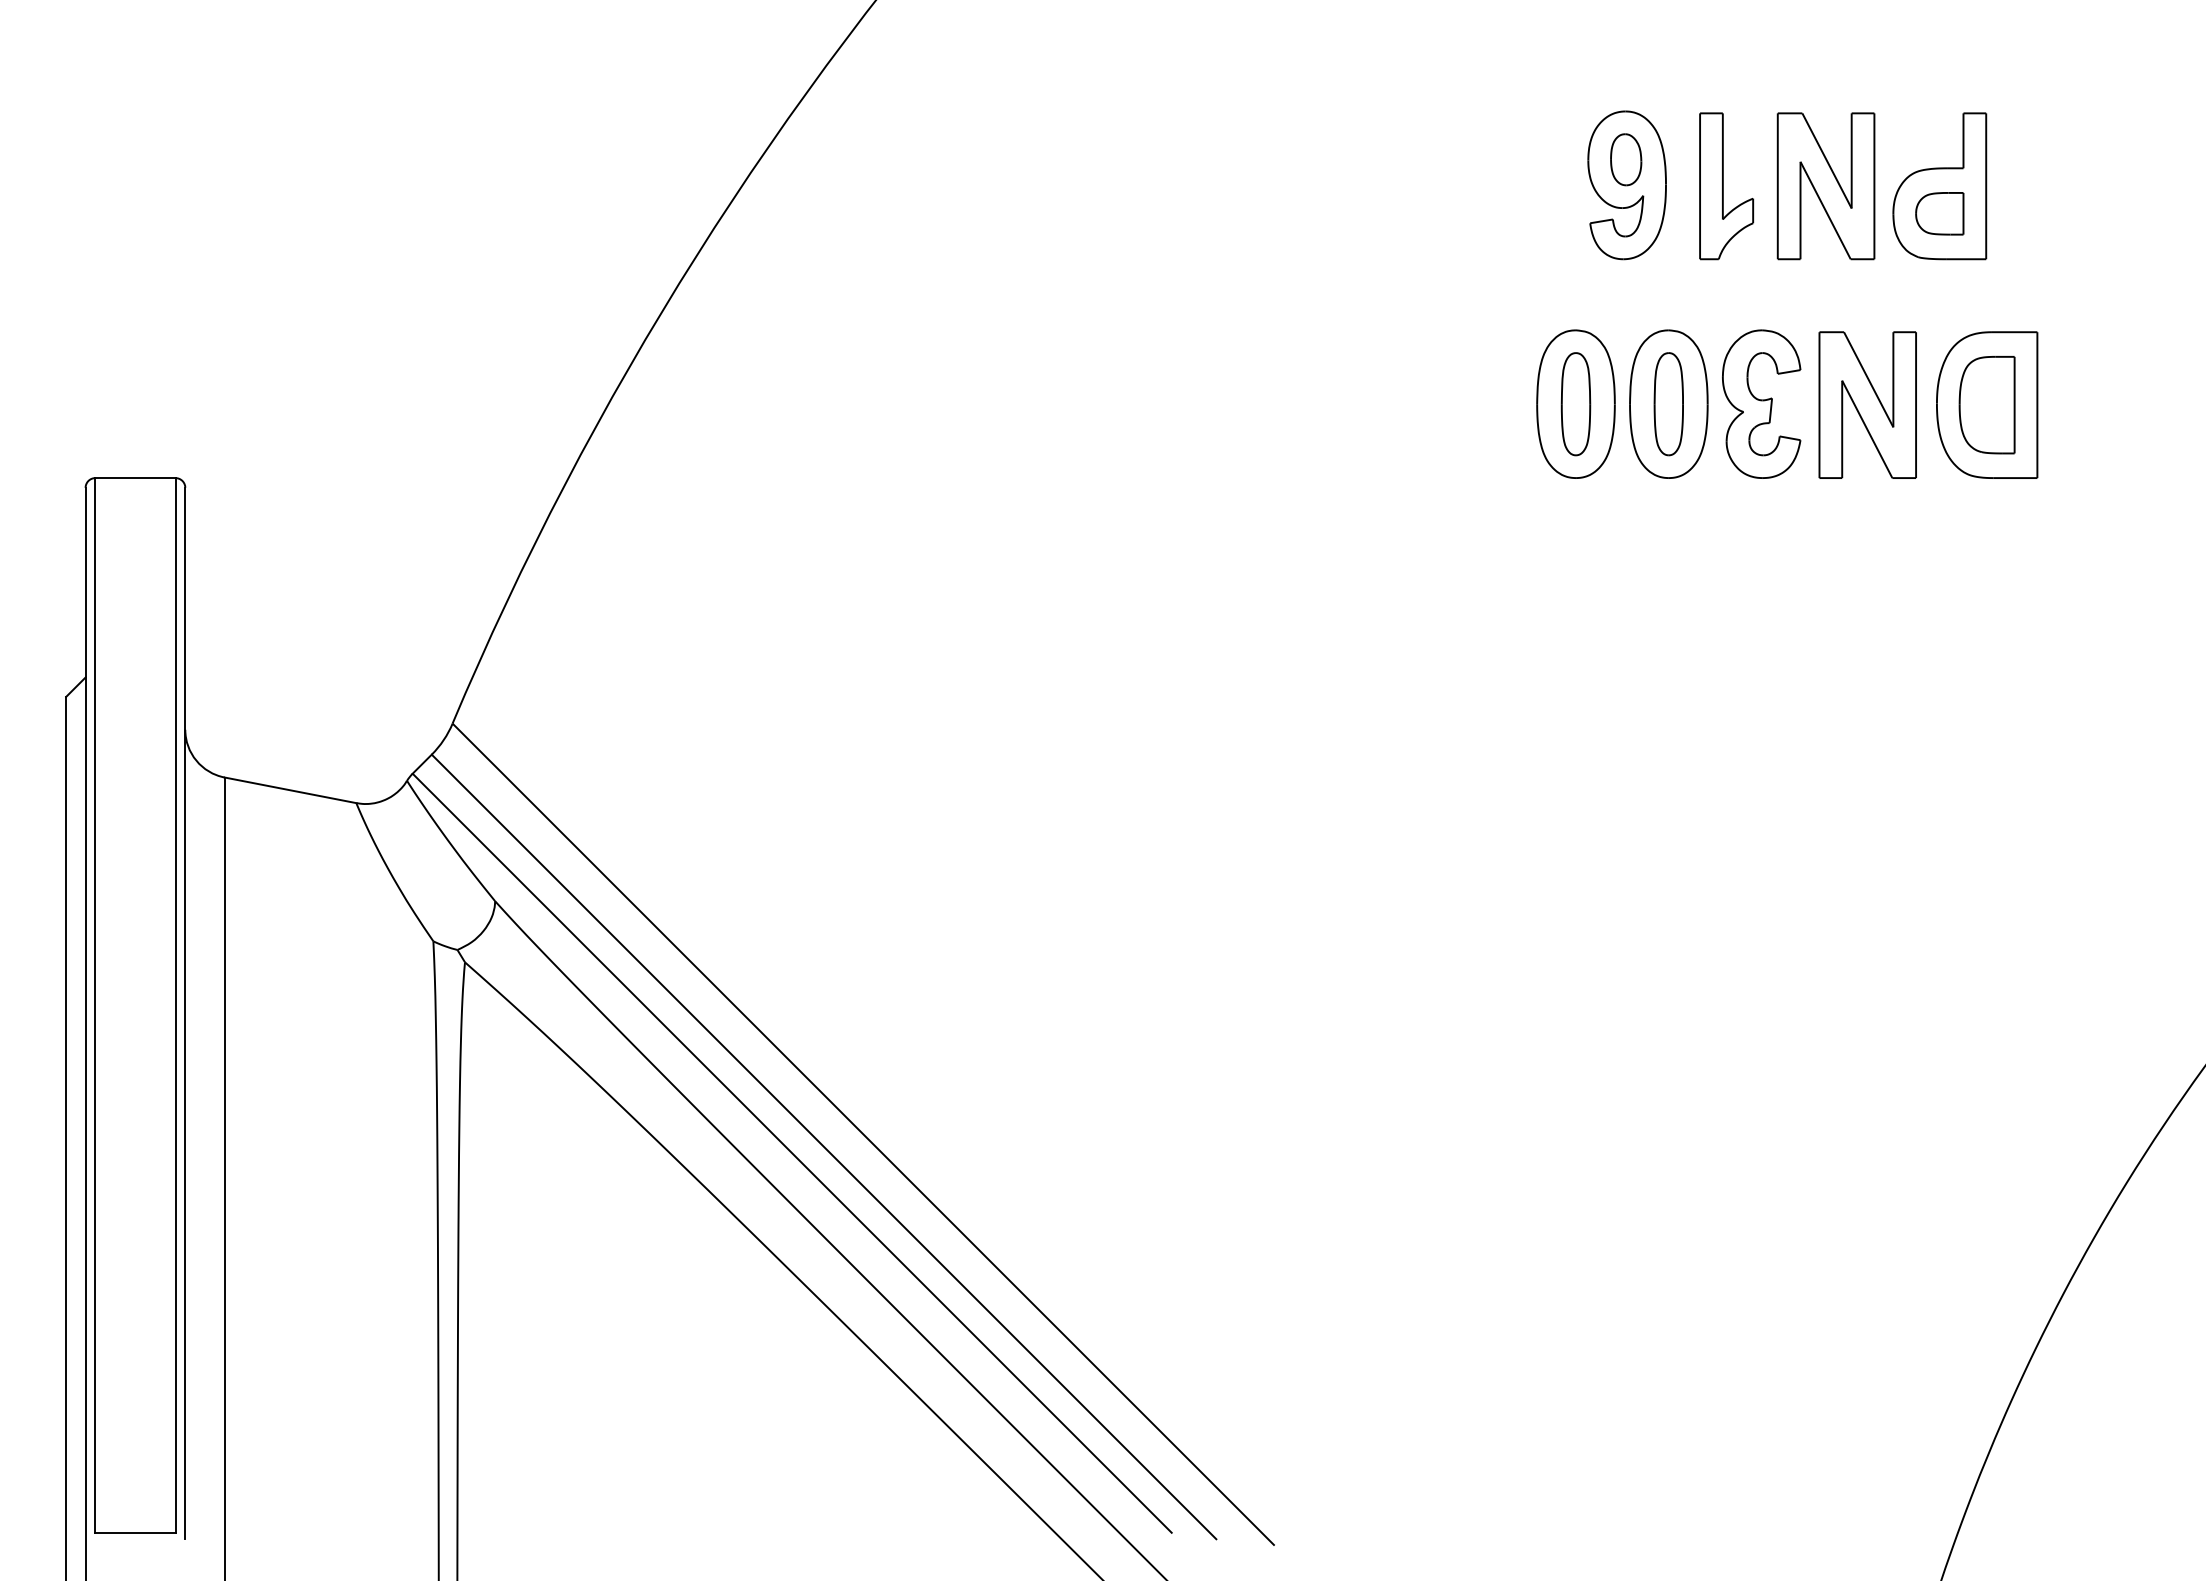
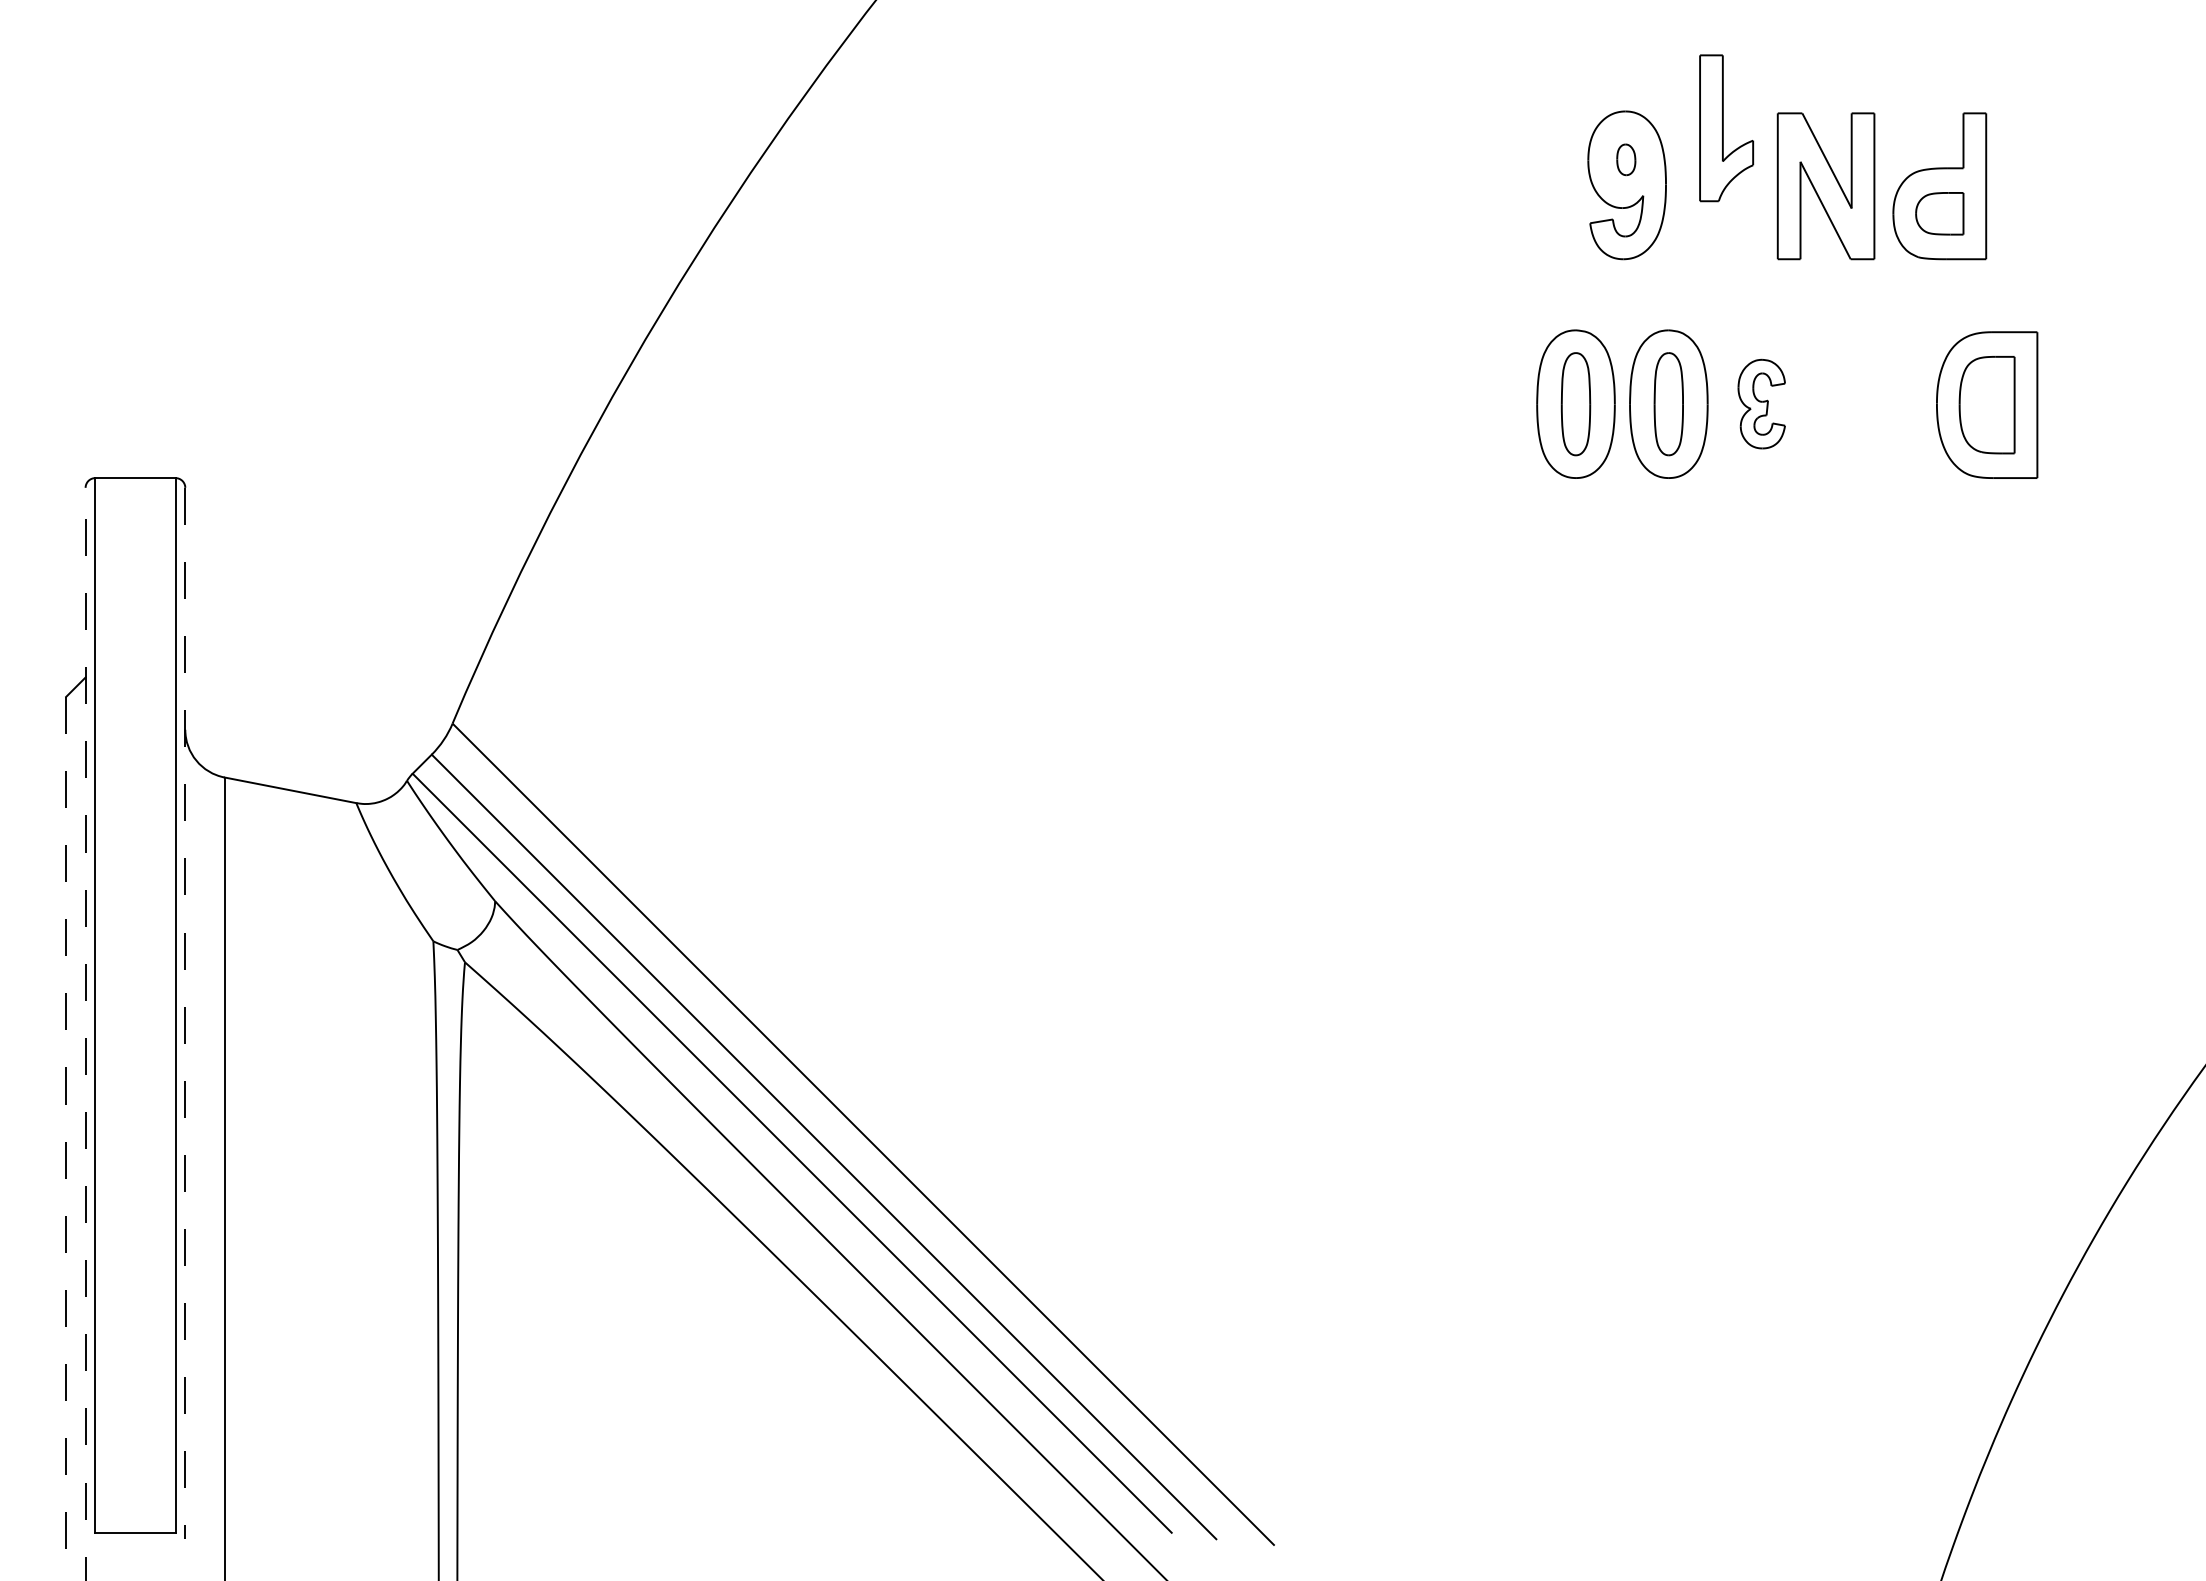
part at (1626, 159) size: 33x54 px -> 21x34 px
part at (1726, 186) position: (1726, 186) -> (1726, 128)
part at (1761, 403) size: 80x150 px -> 49x92 px
part at (1867, 404): present -> none
line at (185, 1013): solid -> dashed
line at (85, 1033): solid -> dashed
line at (66, 1138): solid -> dashed
